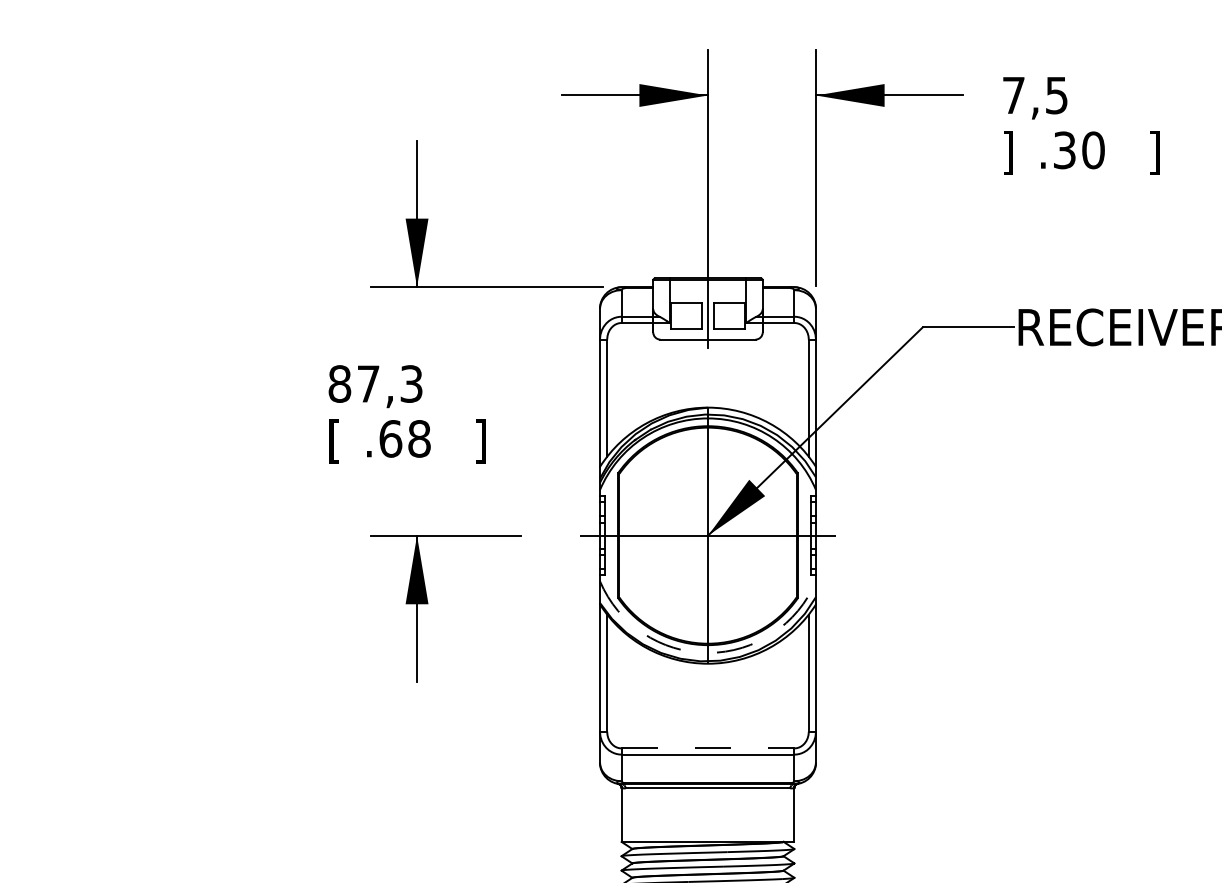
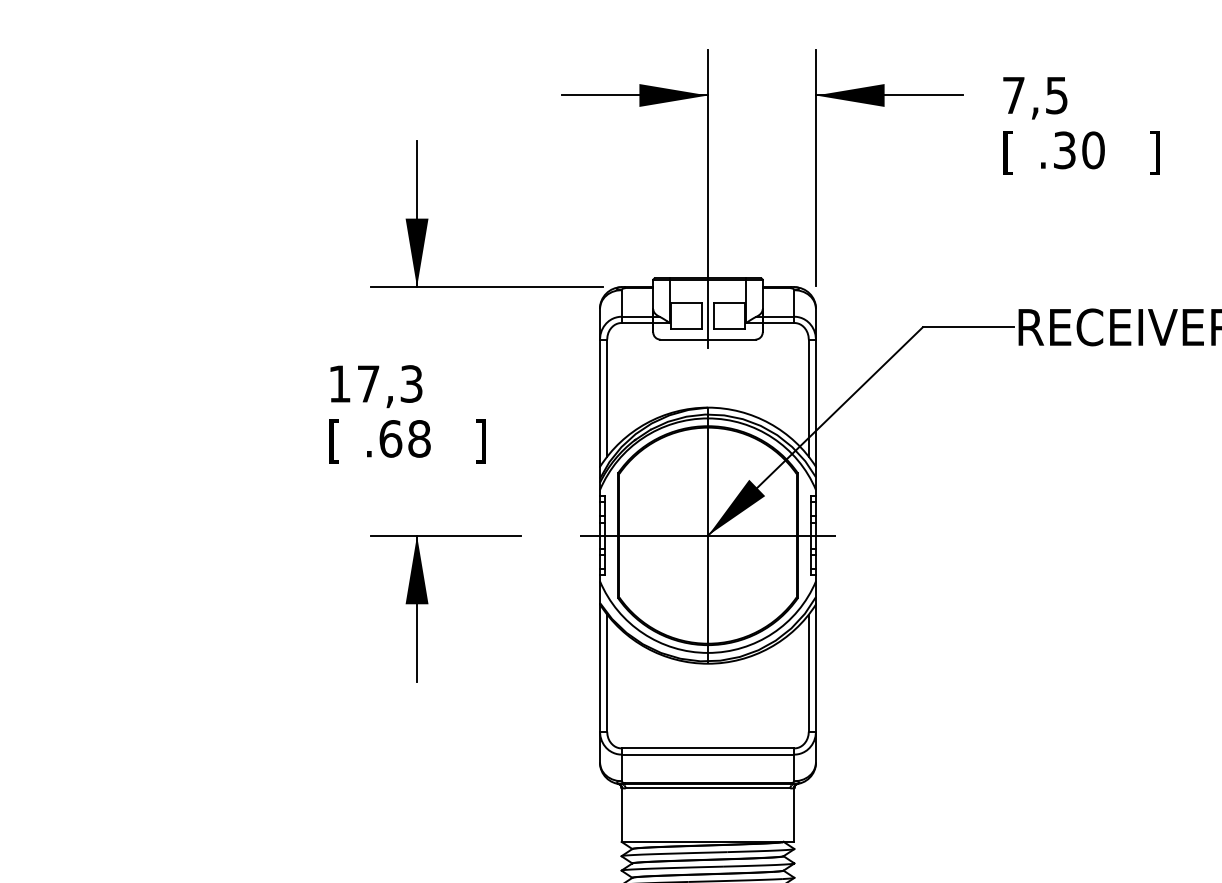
text at (1007, 152): ] -> [
text at (339, 383): 87,3 -> 17,3
arc at (708, 652): dashed -> solid
line at (708, 748): dashed -> solid
